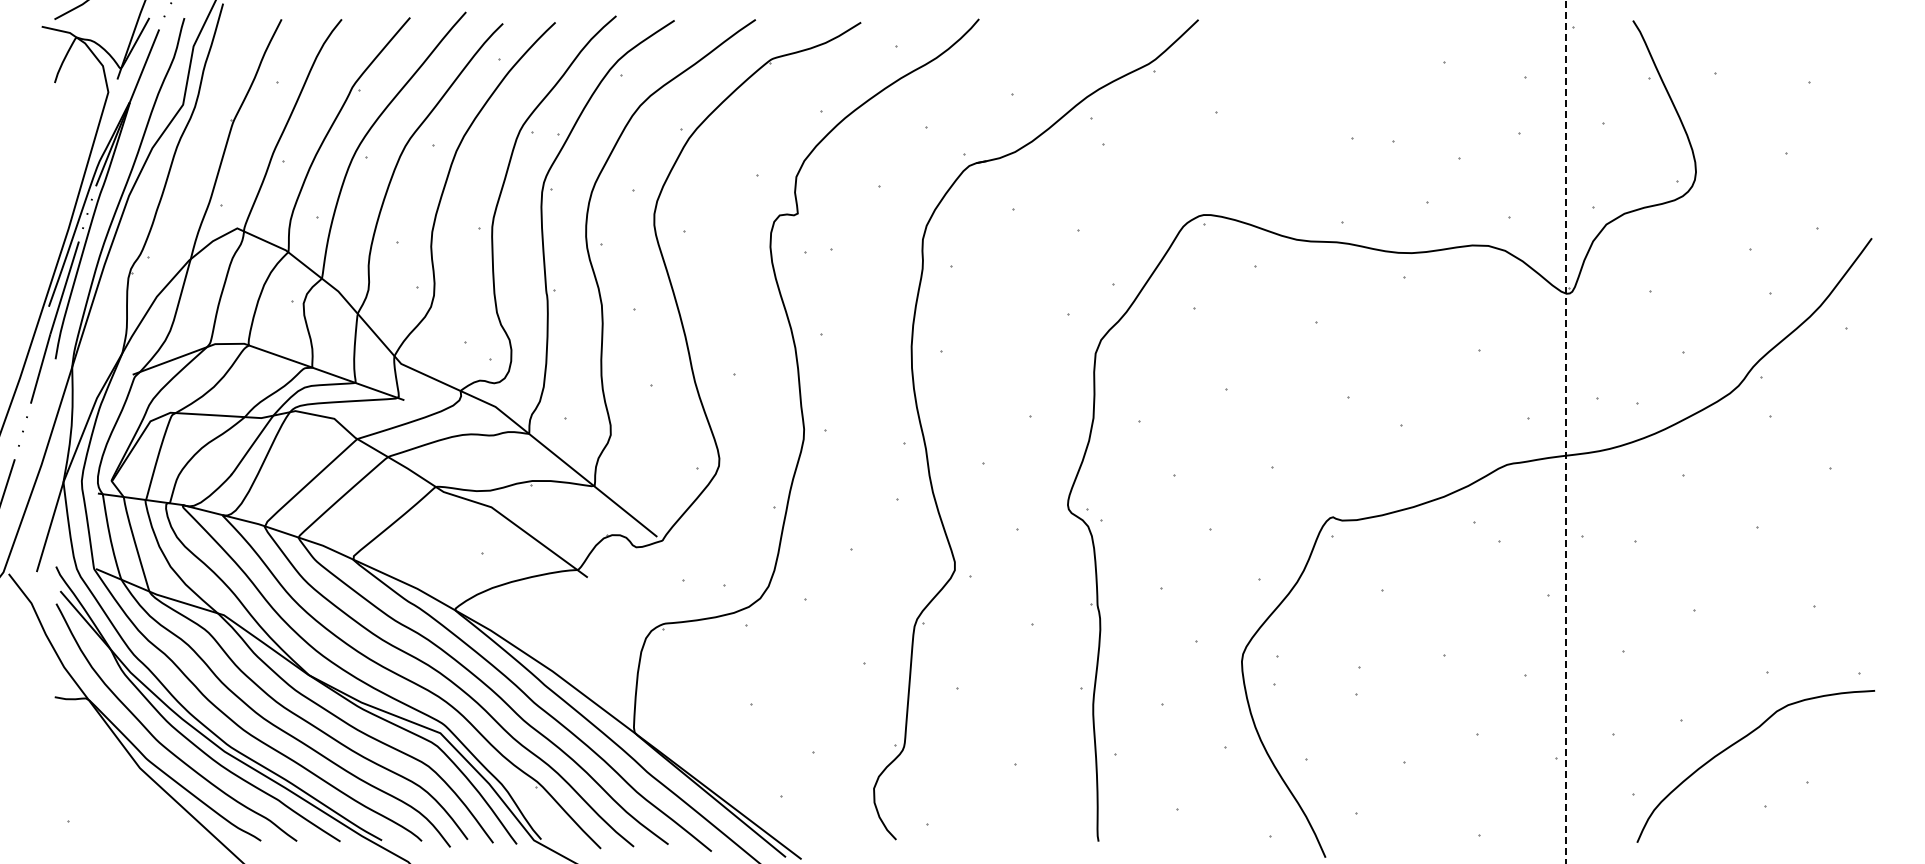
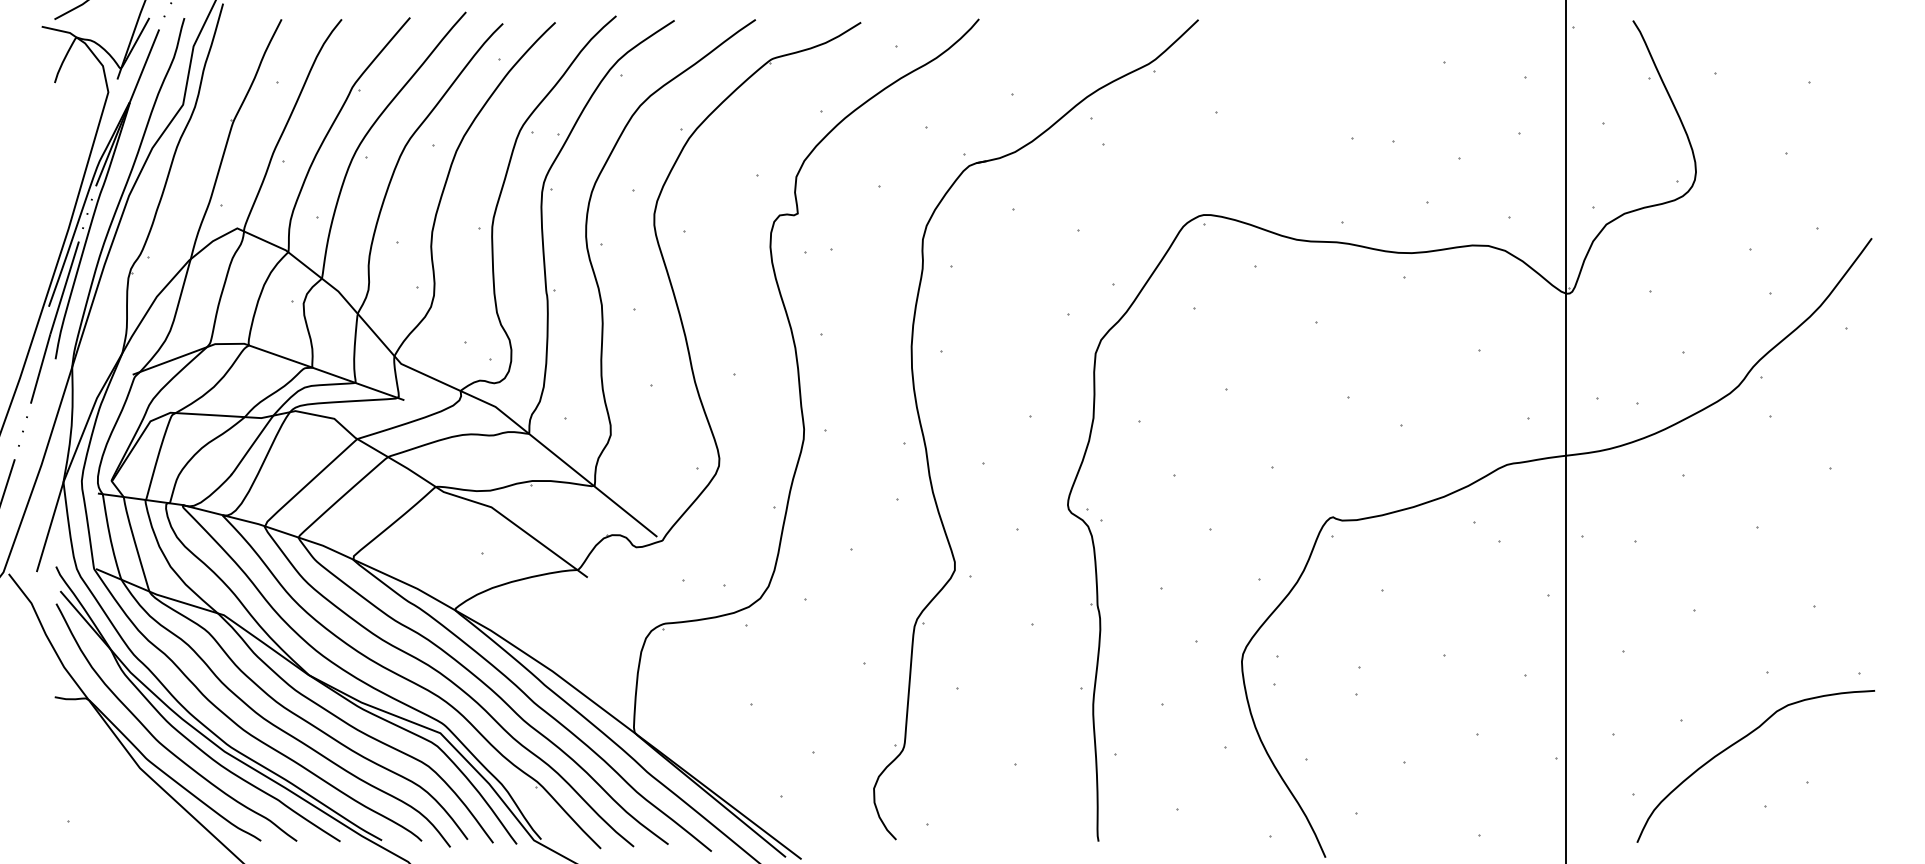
line at (1565, 431): dashed -> solid
